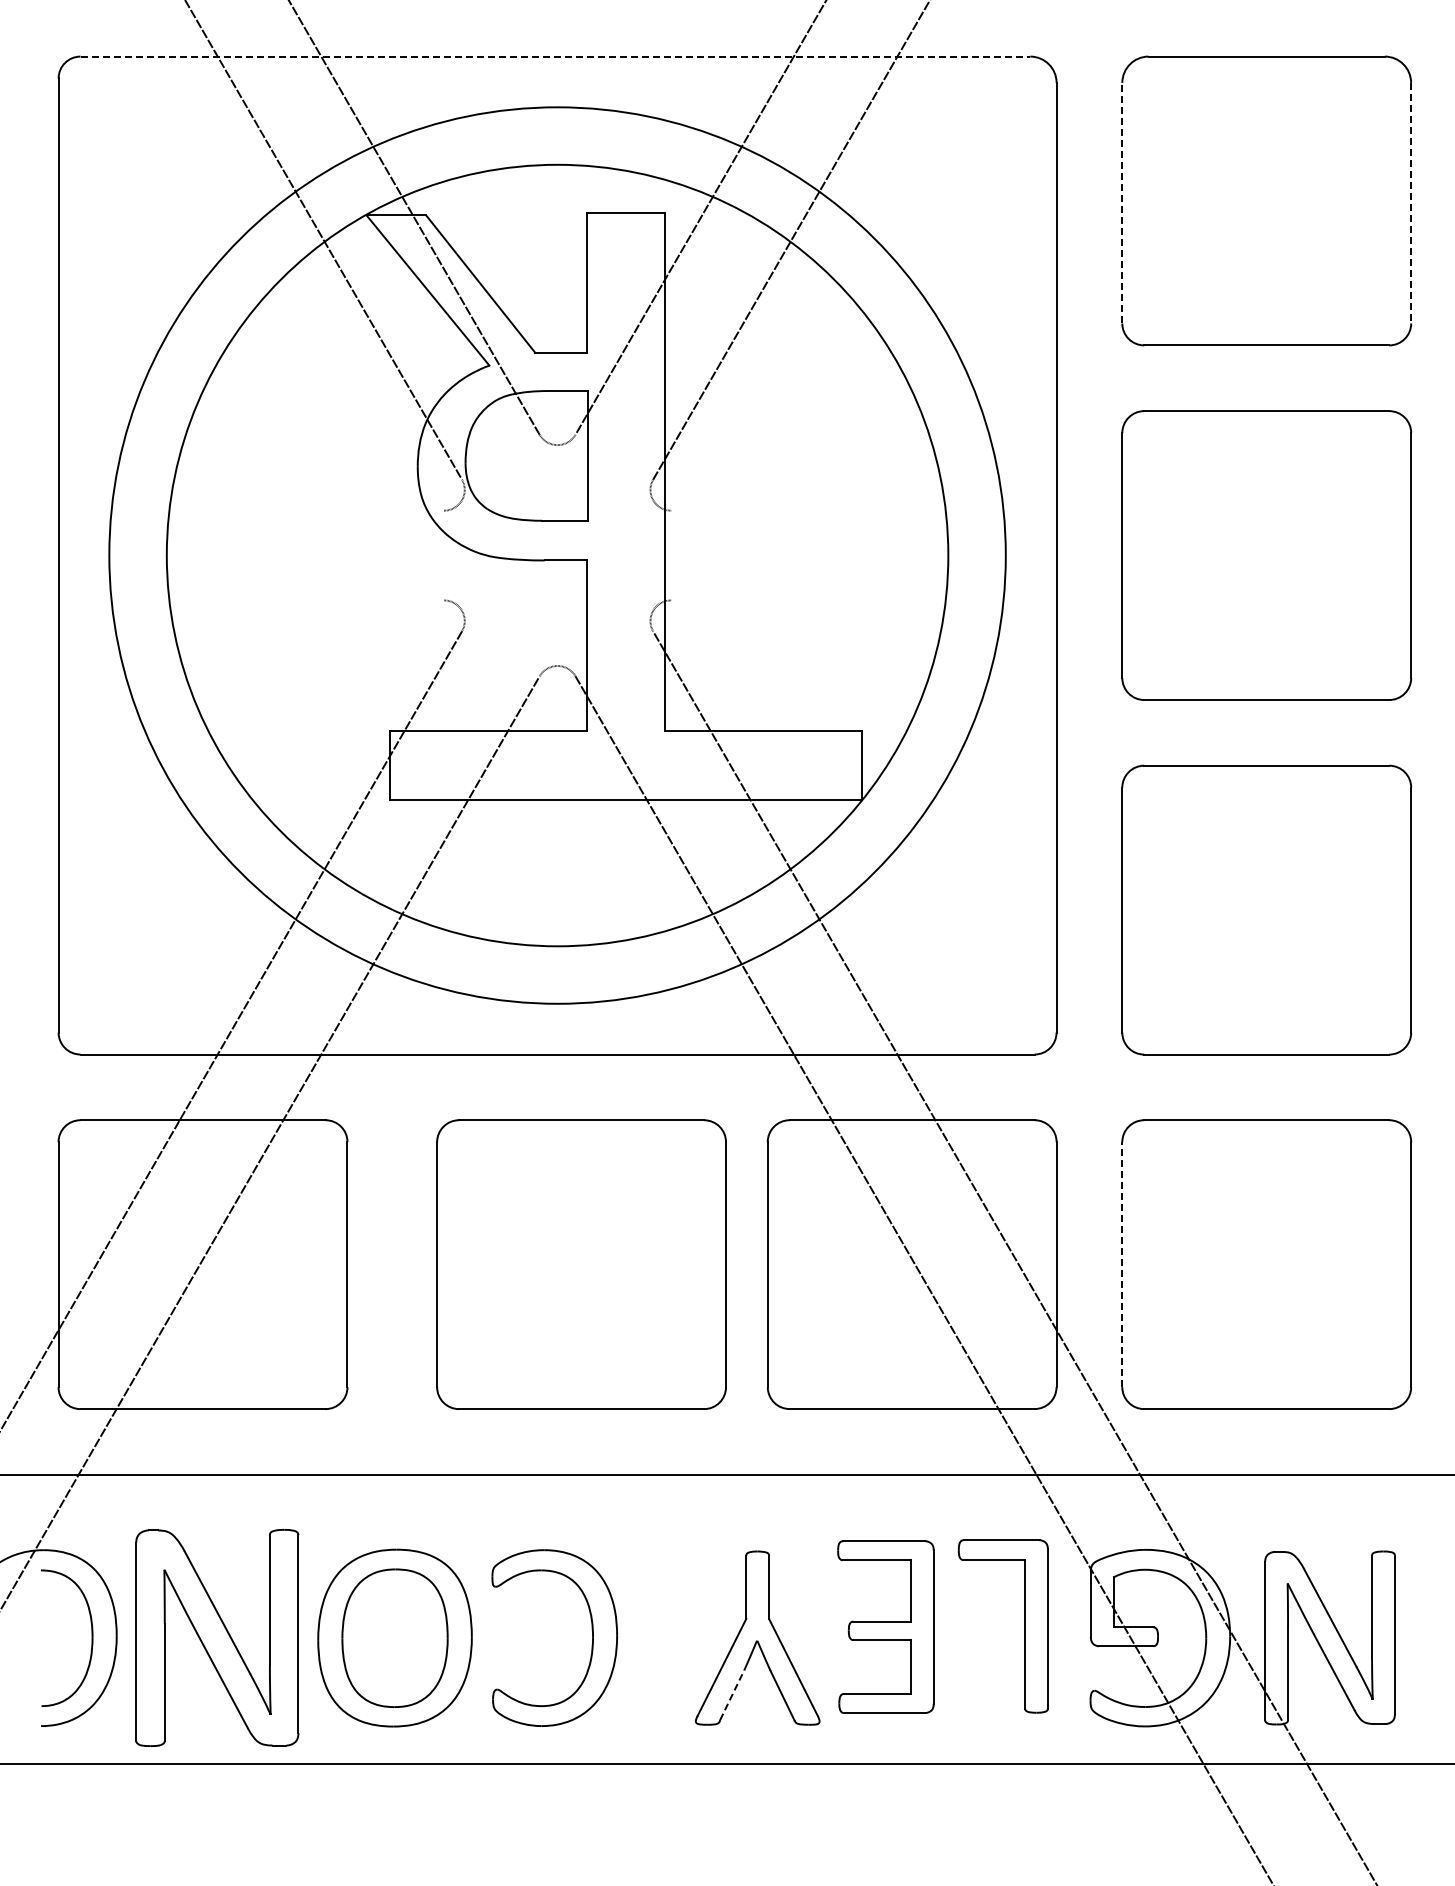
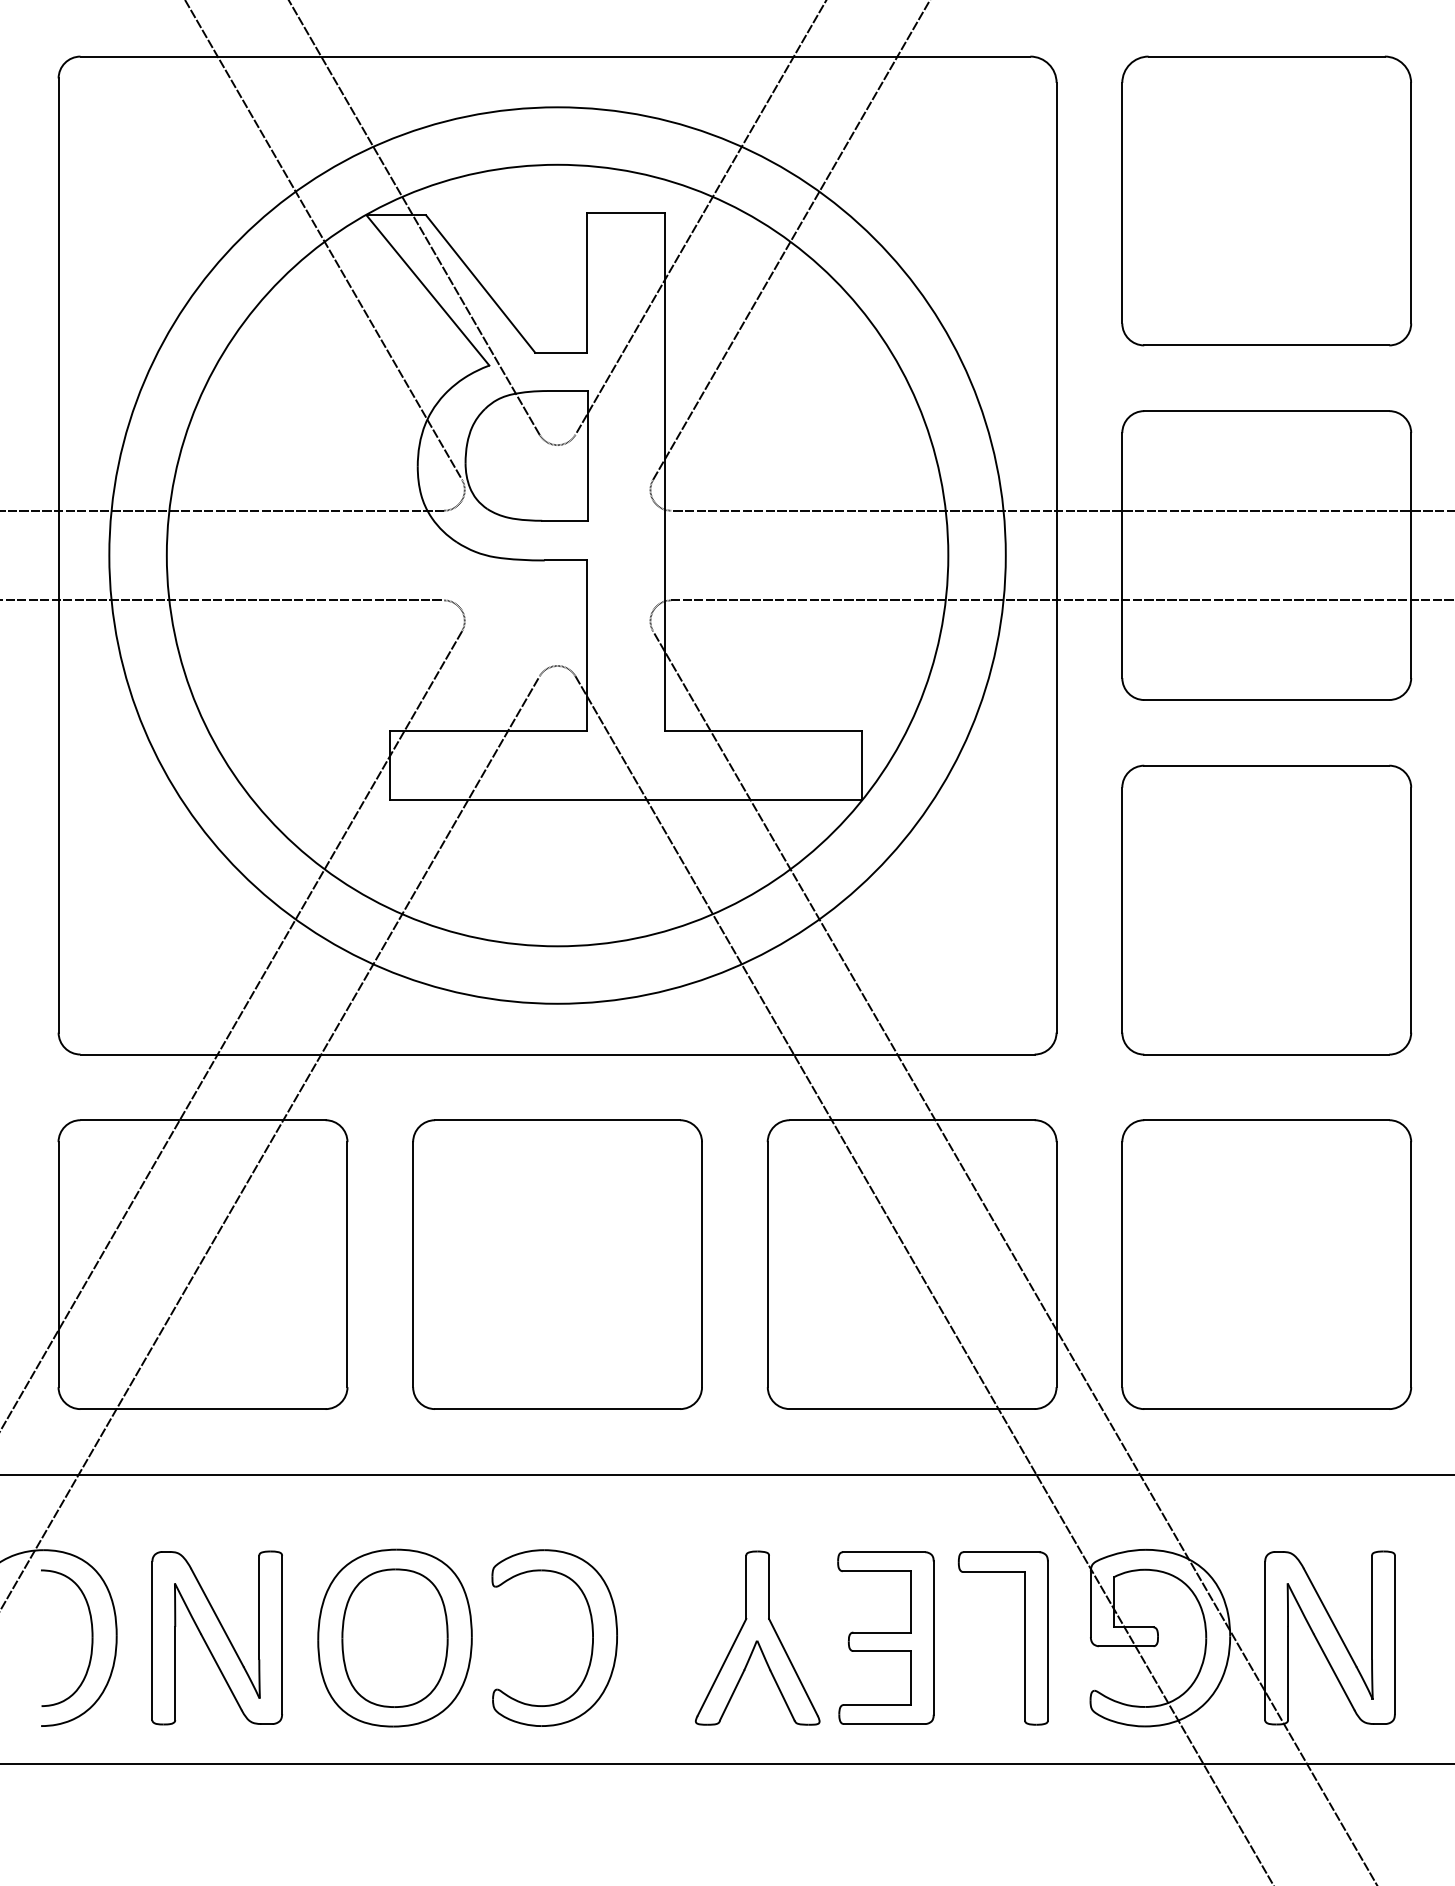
line at (555, 56): dashed -> solid
line at (1122, 202): dashed -> solid
line at (1411, 203): dashed -> solid
line at (223, 510): none -> present
line at (1061, 510): none -> present
line at (223, 600): none -> present
line at (1061, 600): none -> present
part at (581, 1264) position: (581, 1264) -> (557, 1264)
line at (1122, 1264): dashed -> solid
part at (885, 1626) position: (885, 1626) -> (885, 1637)
part at (1024, 1626) position: (1024, 1626) -> (1024, 1638)
part at (217, 1637) size: 165x218 px -> 132x176 px
line at (732, 1695): dashed -> solid
